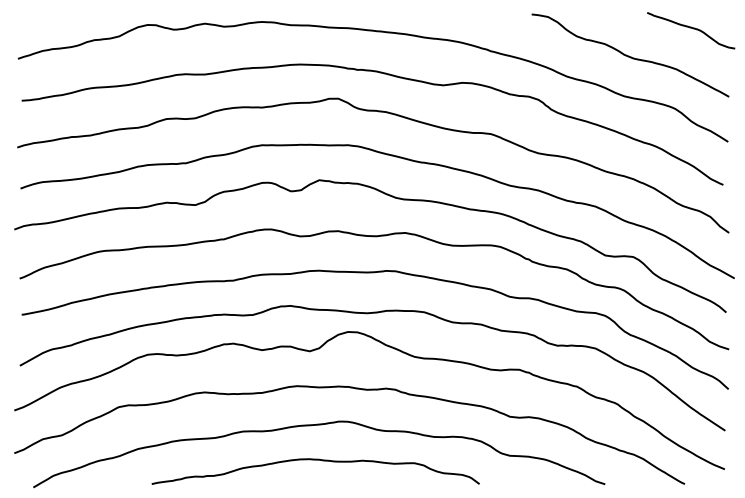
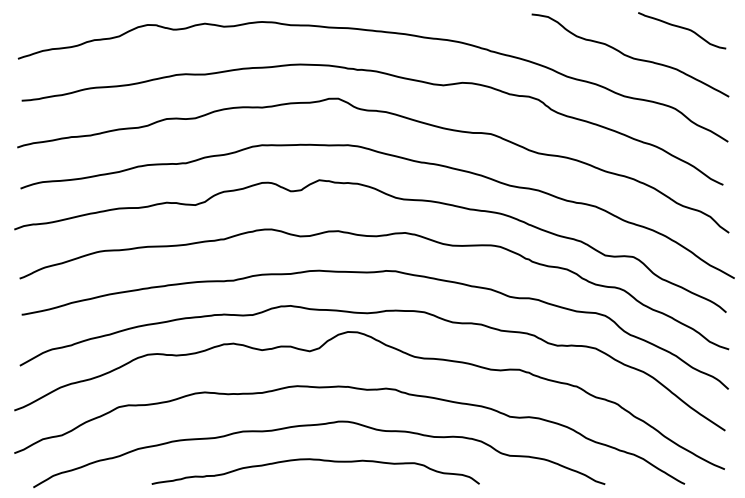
curve at (691, 28) position: (691, 28) -> (682, 28)
